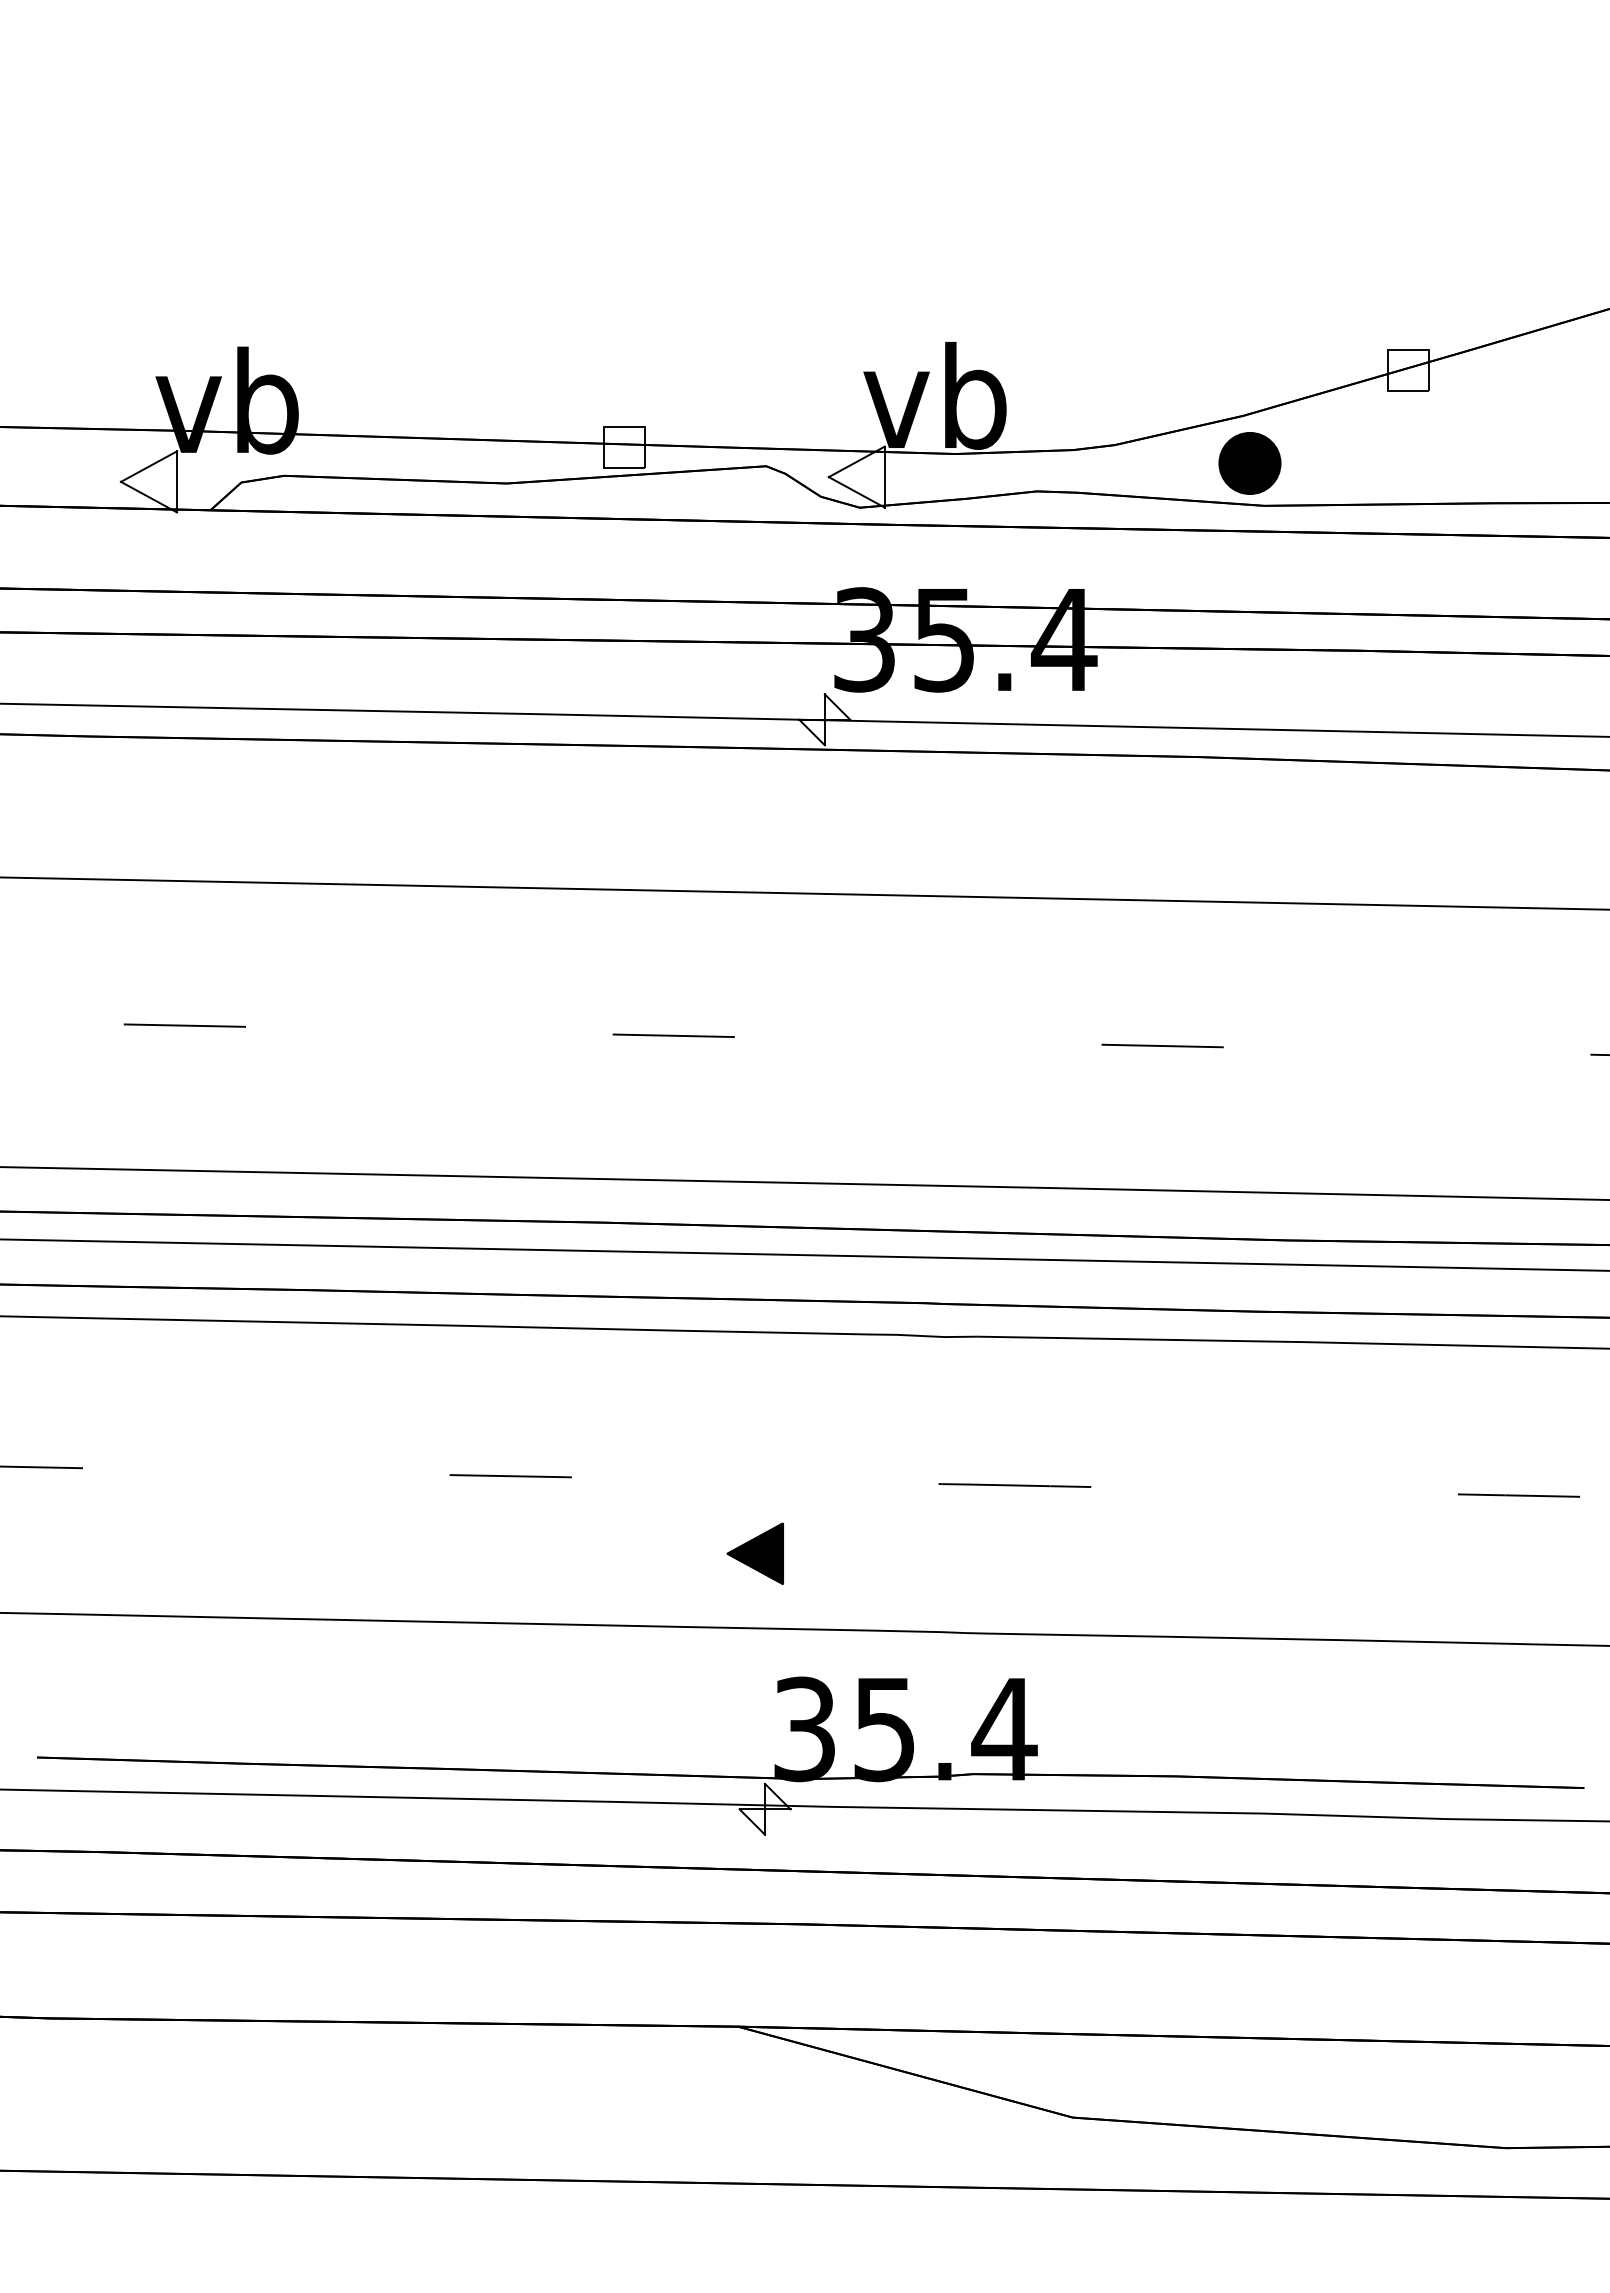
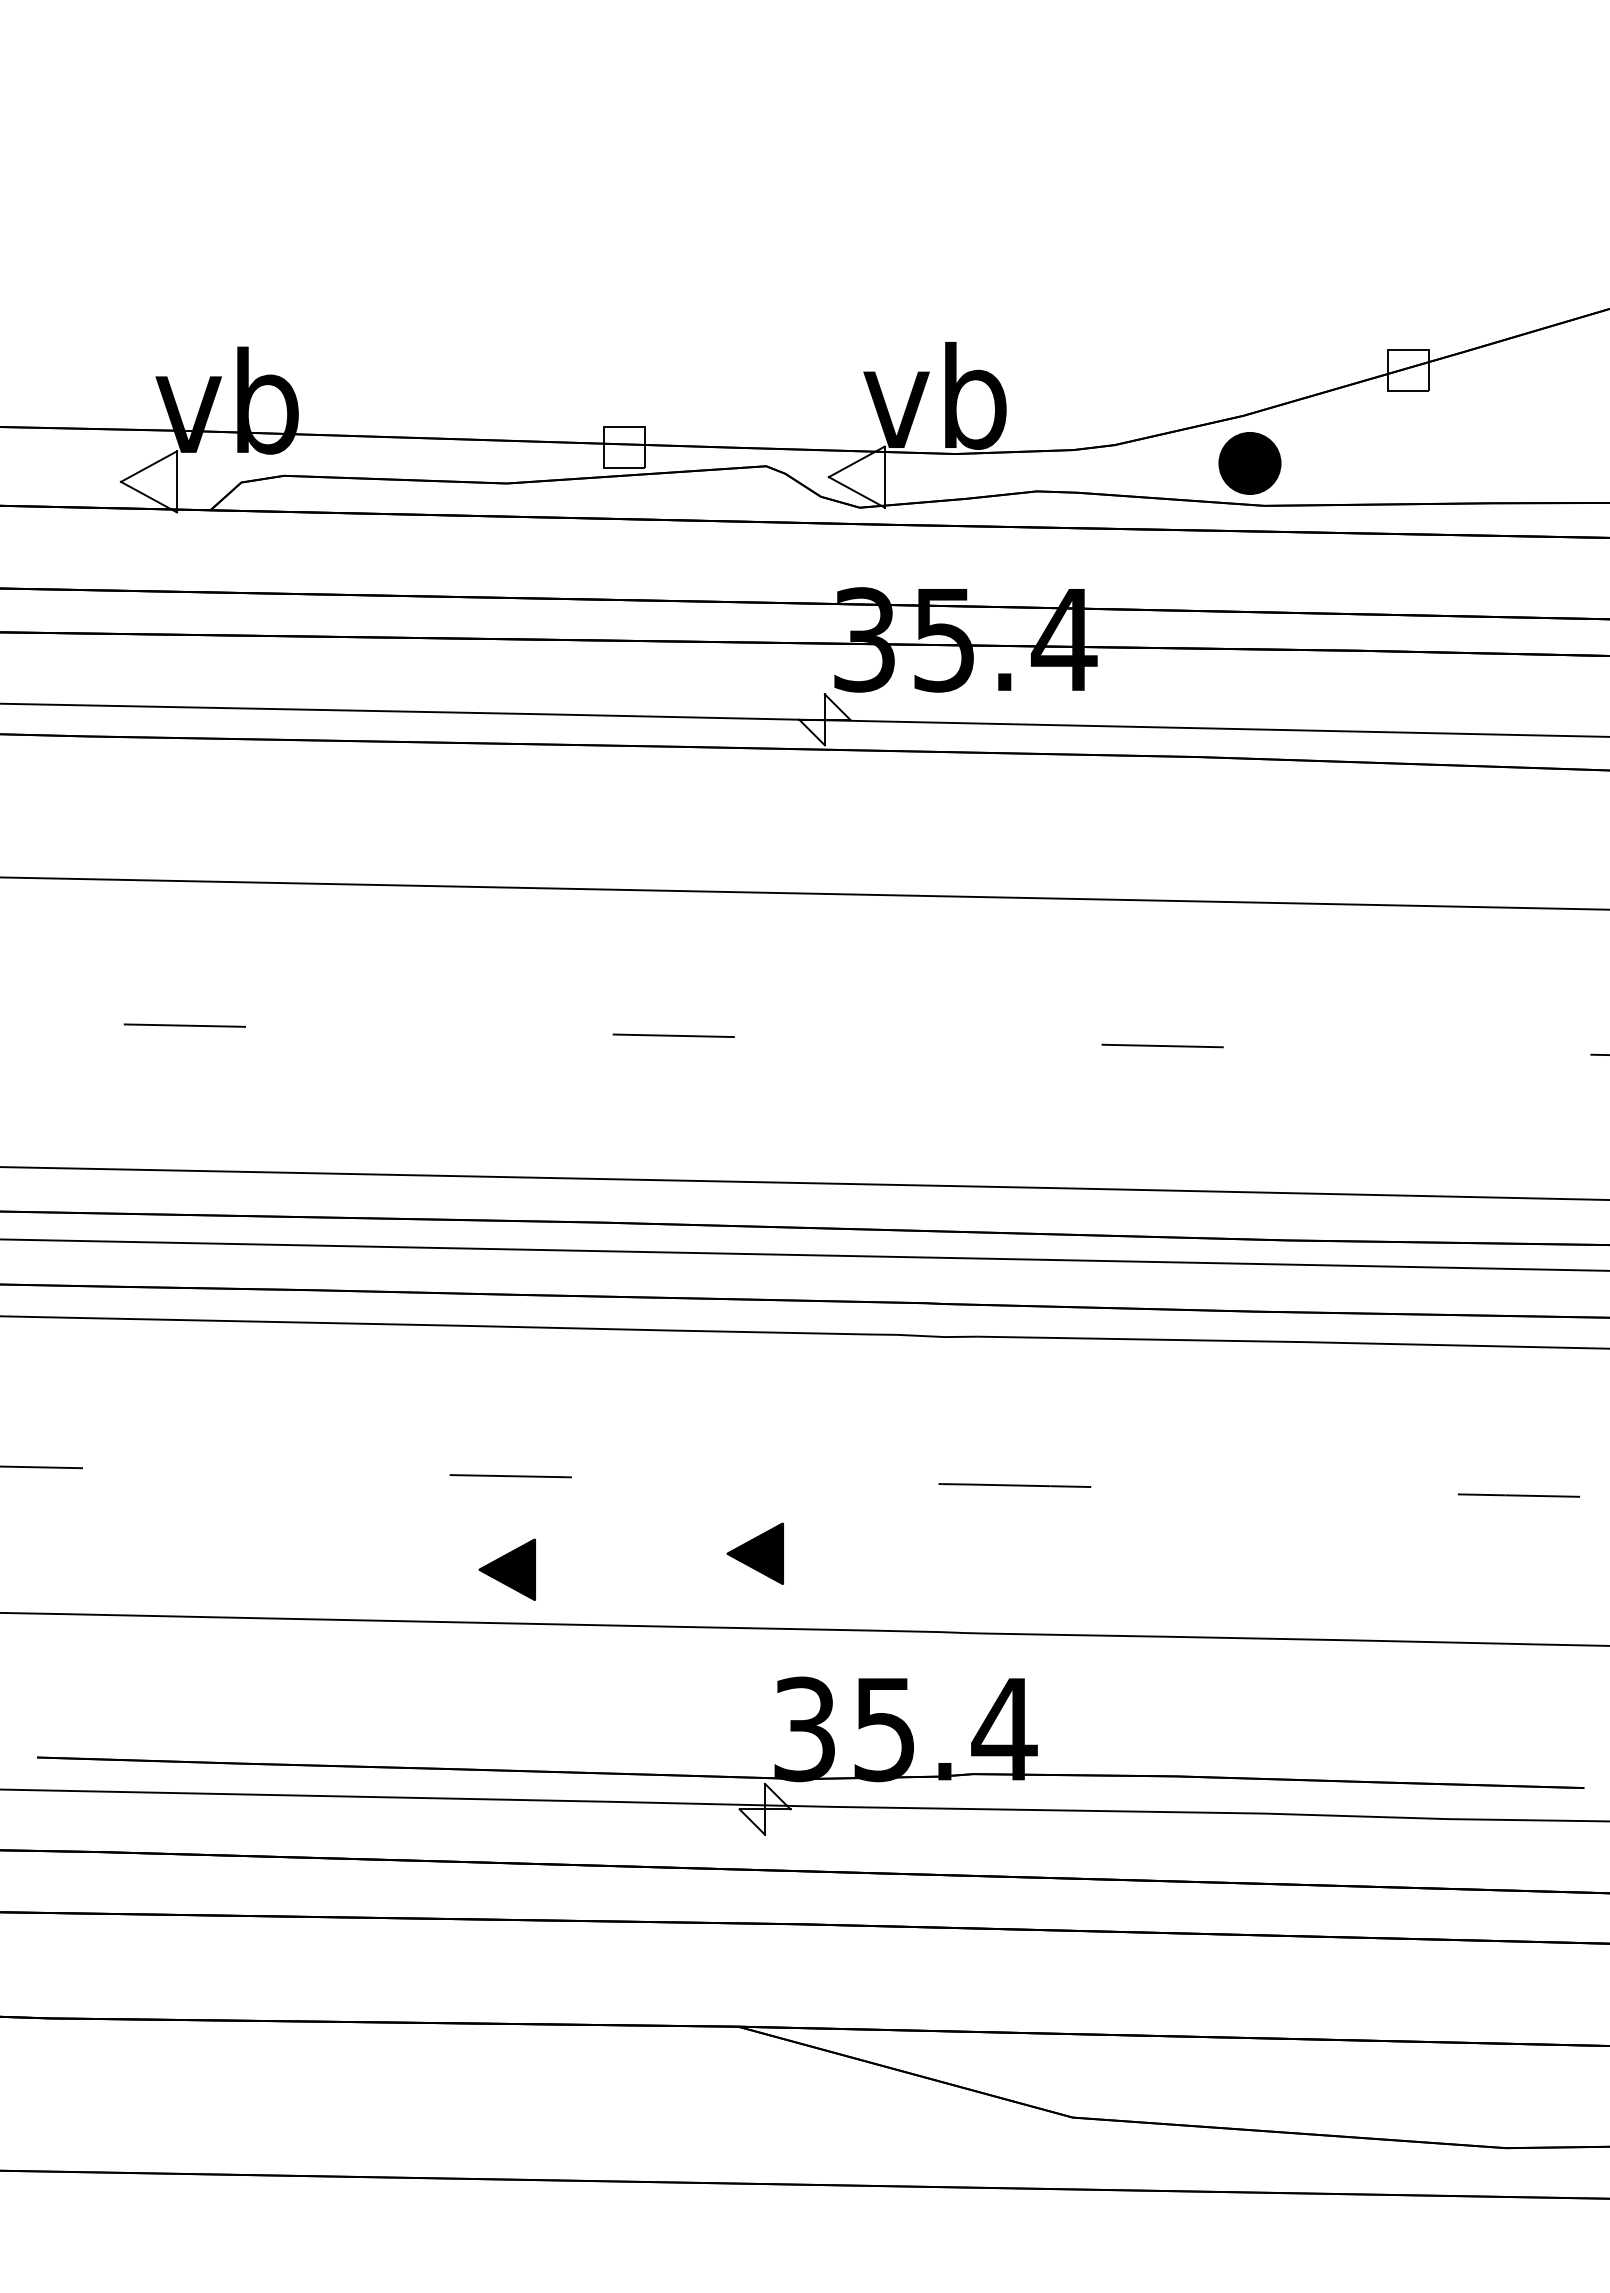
part at (506, 1569): none -> present
